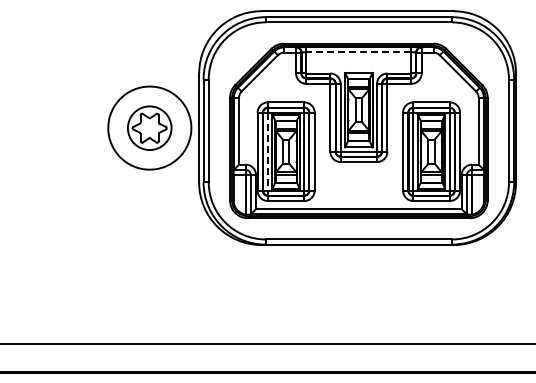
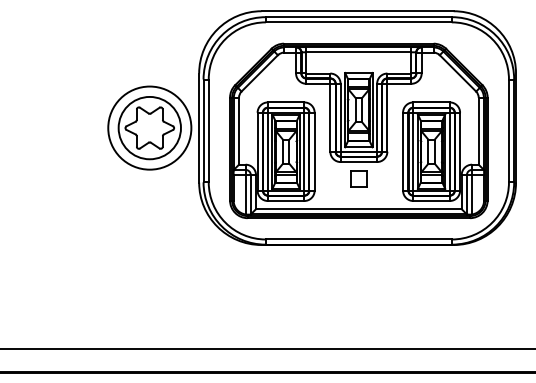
line at (358, 52): dashed -> solid
part at (149, 127) size: 46x46 px -> 65x65 px
line at (267, 151): dashed -> solid
part at (358, 178): none -> present
line at (267, 343) position: (267, 343) -> (267, 348)
